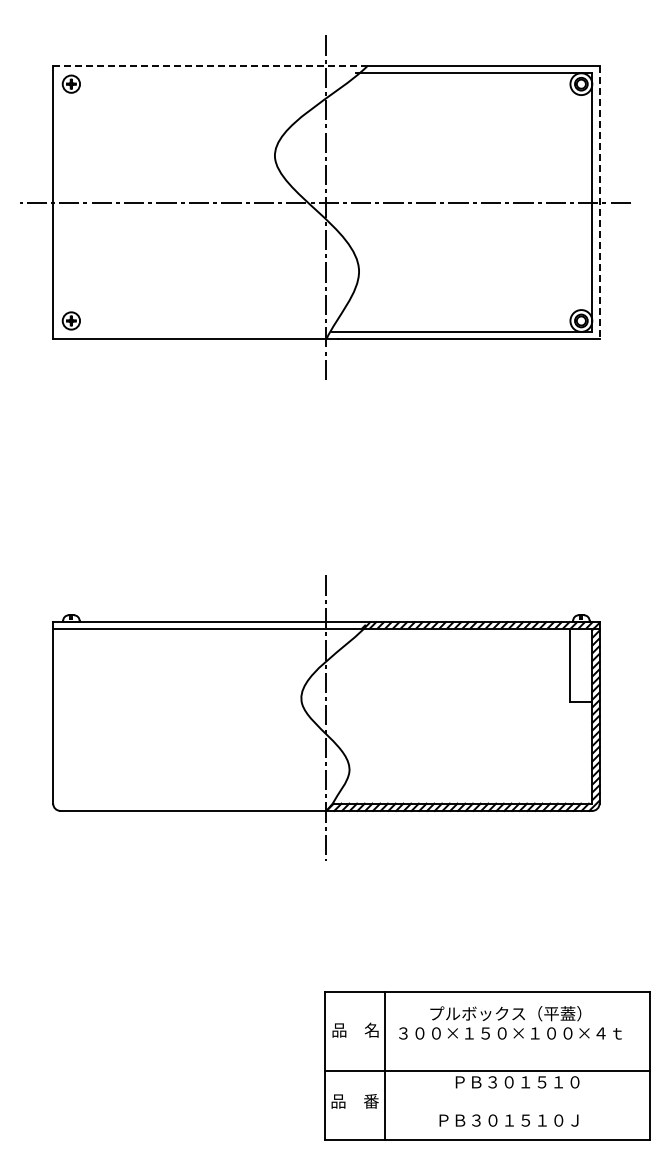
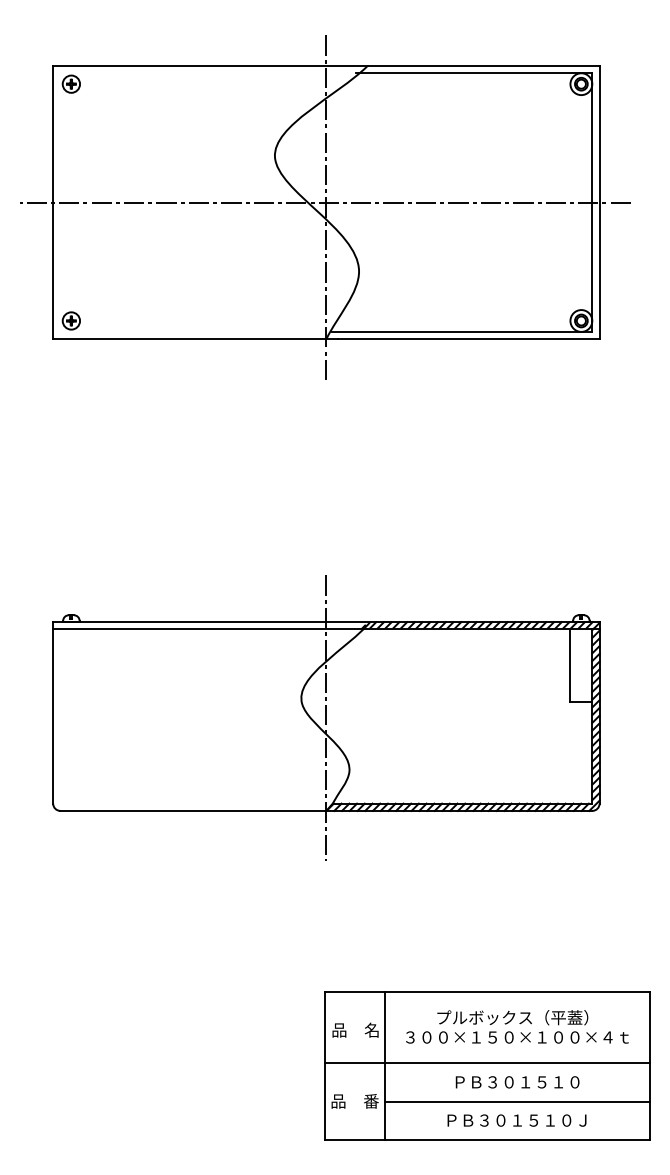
line at (210, 65): dashed -> solid
line at (599, 202): dashed -> solid
text at (510, 1022) position: (510, 1022) -> (517, 1026)
line at (486, 1071) position: (486, 1071) -> (486, 1063)
line at (516, 1101): none -> present
text at (508, 1120) position: (508, 1120) -> (516, 1120)
